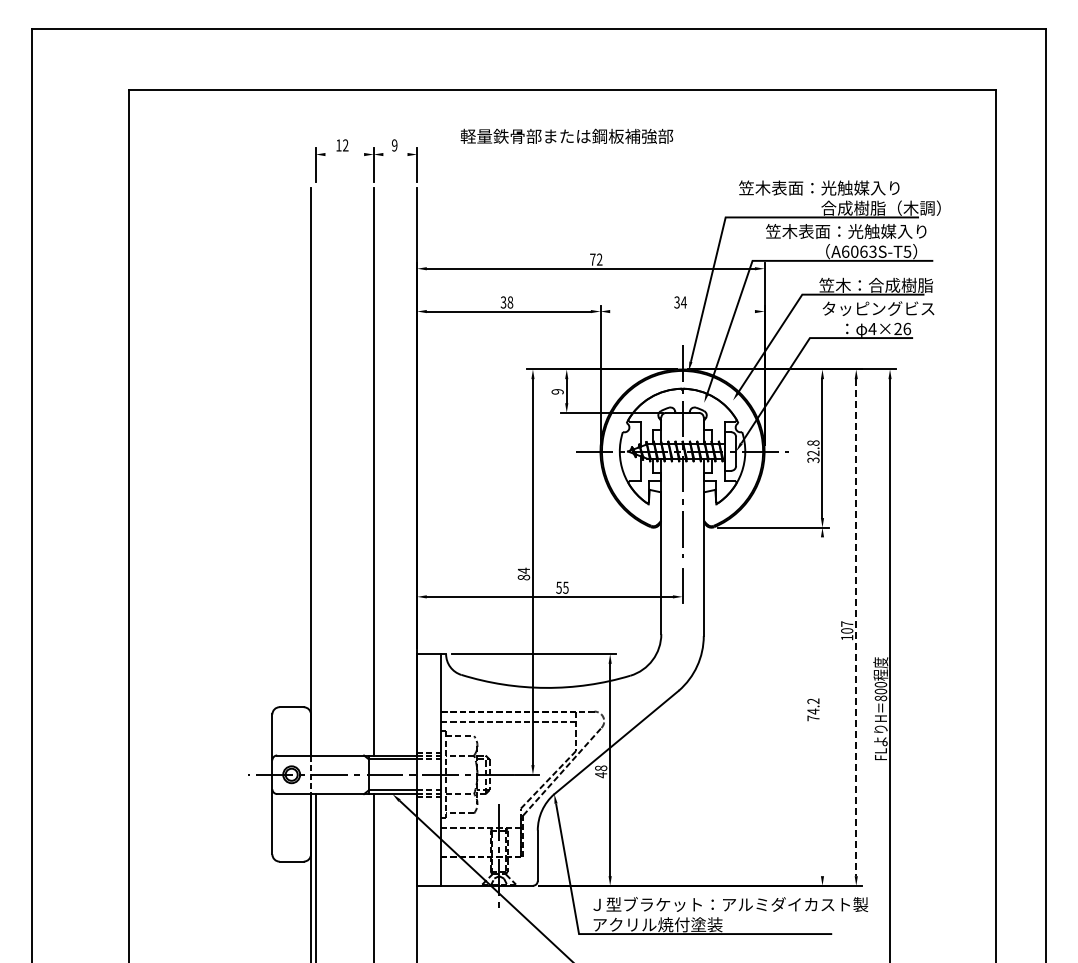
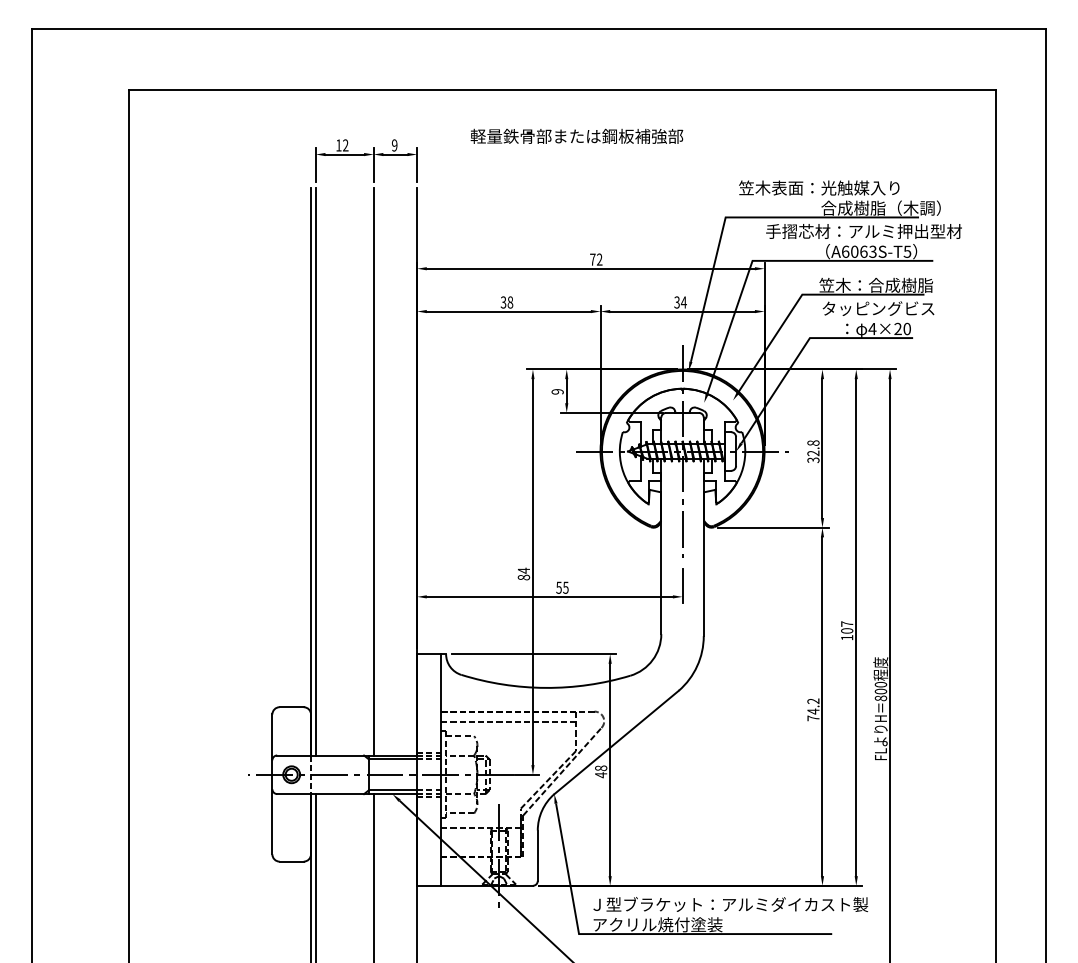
text at (566, 135) position: (566, 135) -> (576, 135)
line at (344, 154): none -> present
line at (395, 154): none -> present
text at (863, 231): 笠木表面：光触媒入り -> 手摺芯材：アルミ押出型材
line at (682, 311): none -> present
text at (907, 328): 4×26 -> 4×20
line at (315, 471): none -> present
line at (856, 627): dashed -> solid
line at (822, 706): none -> present
